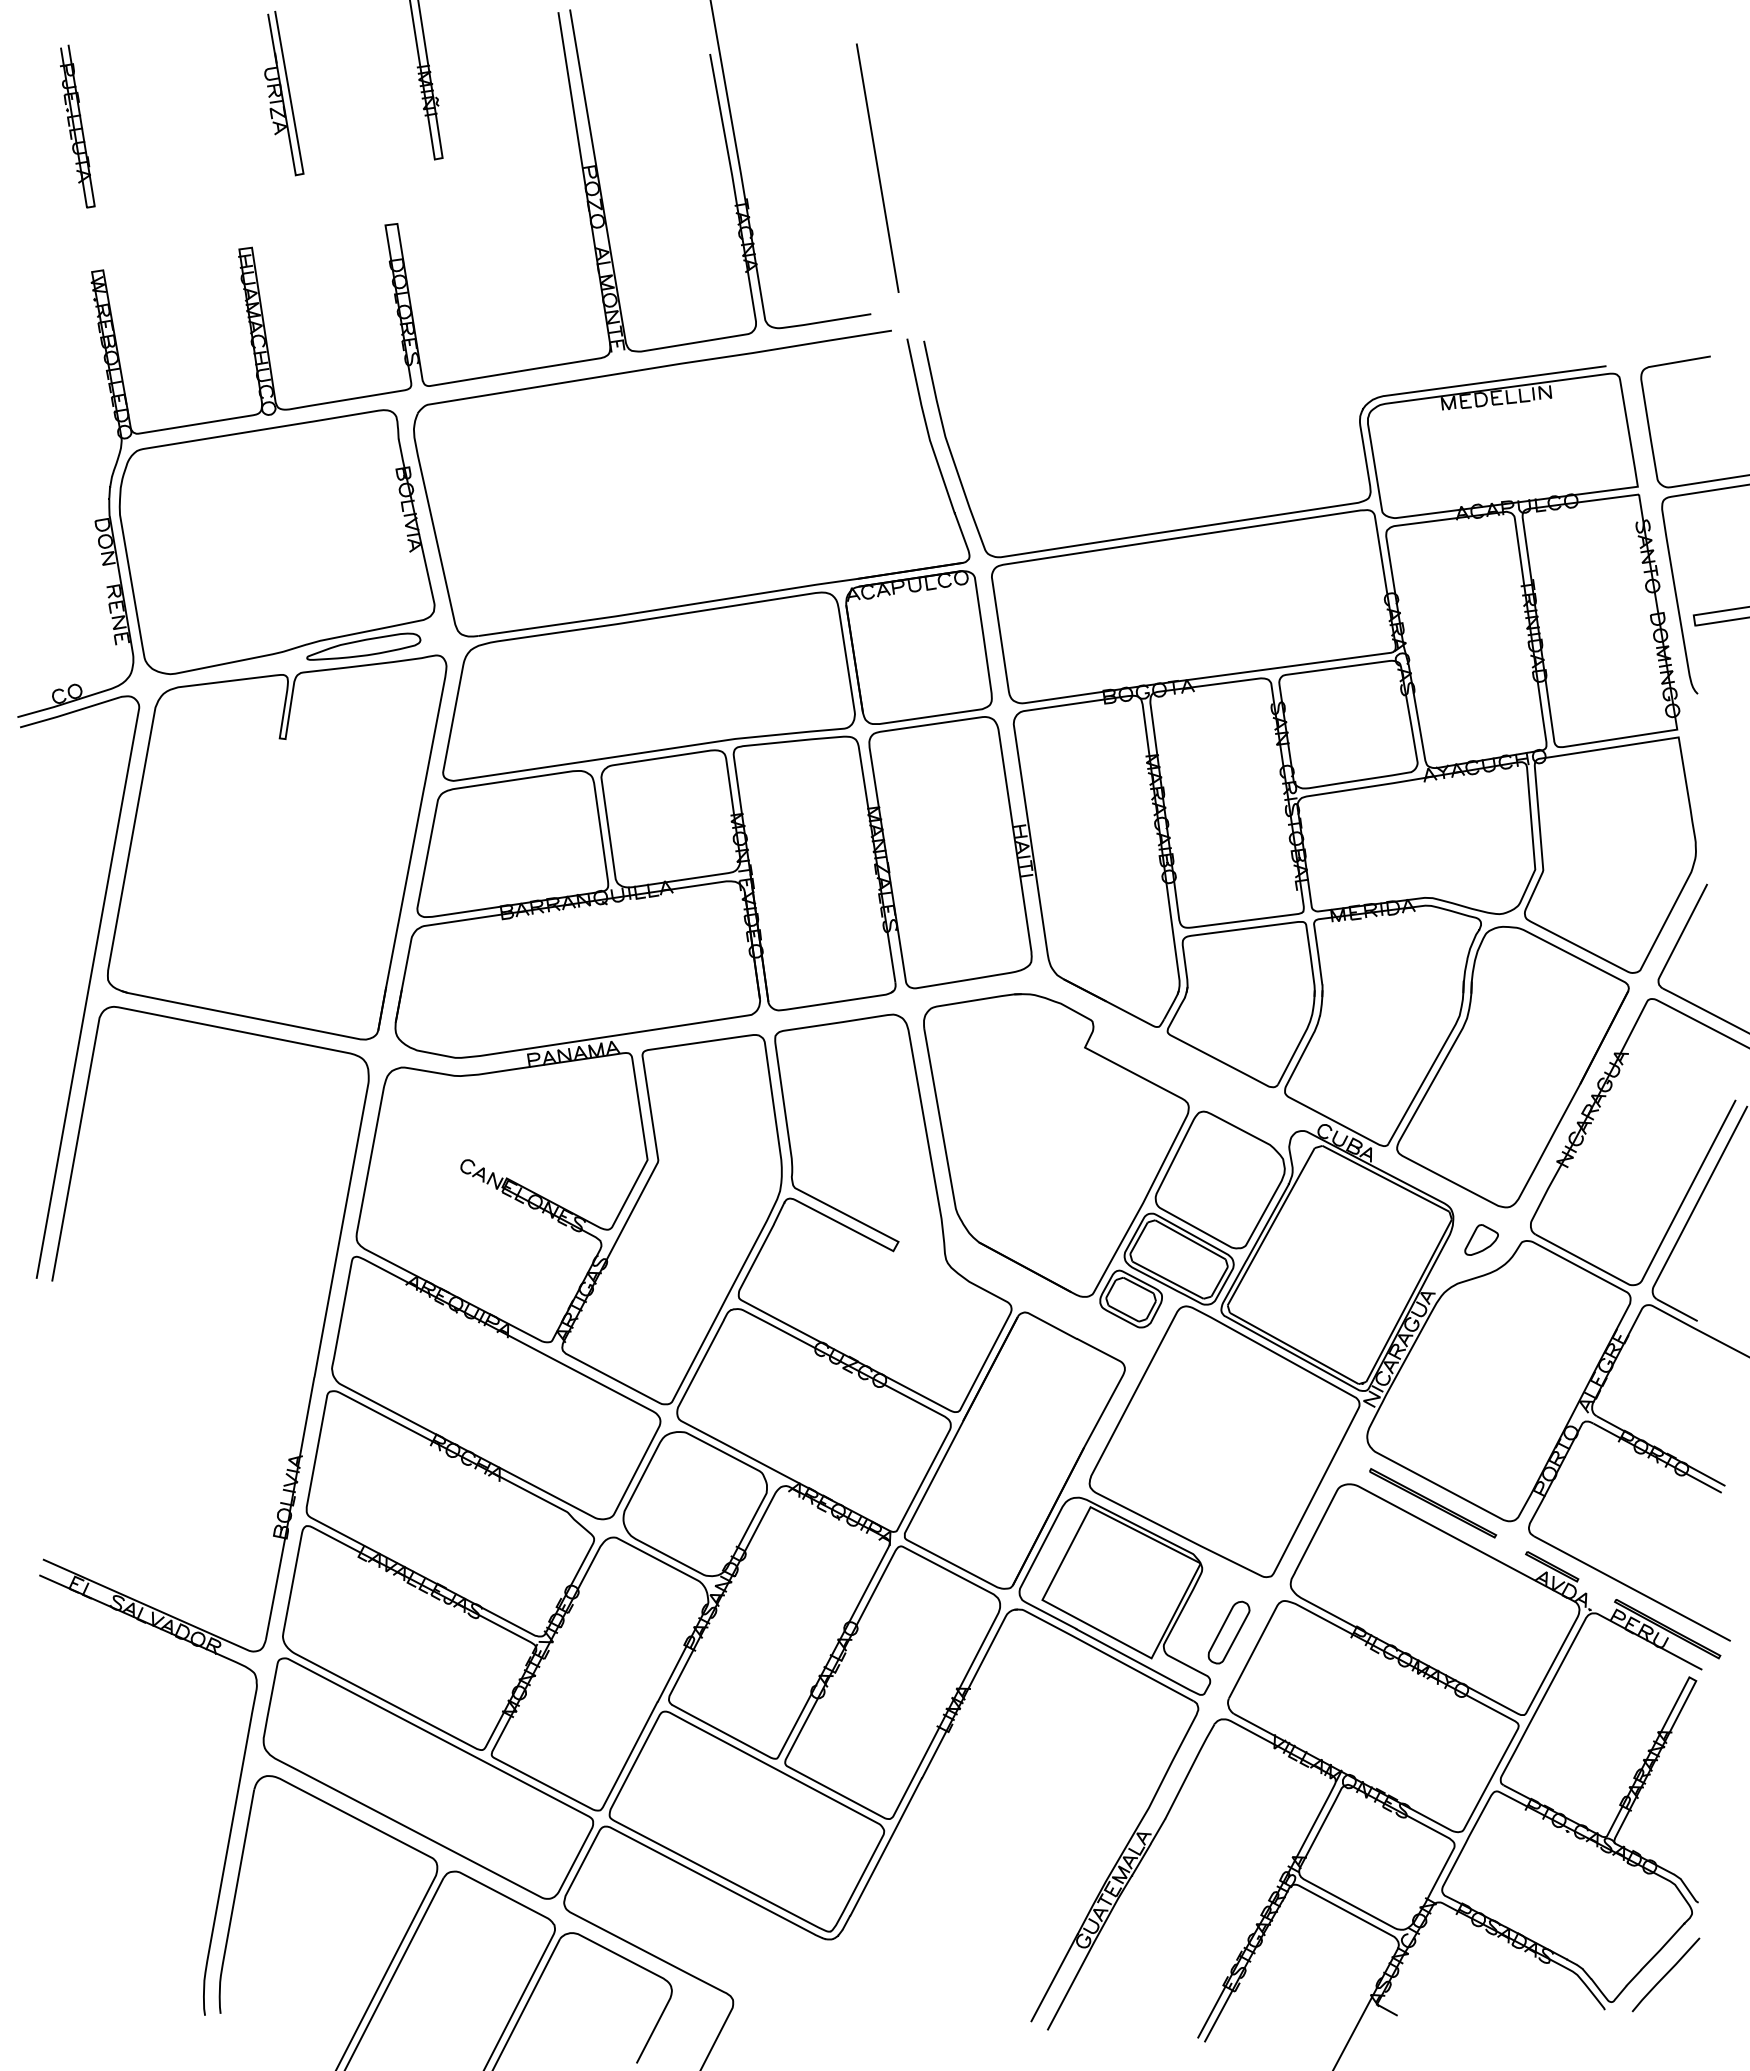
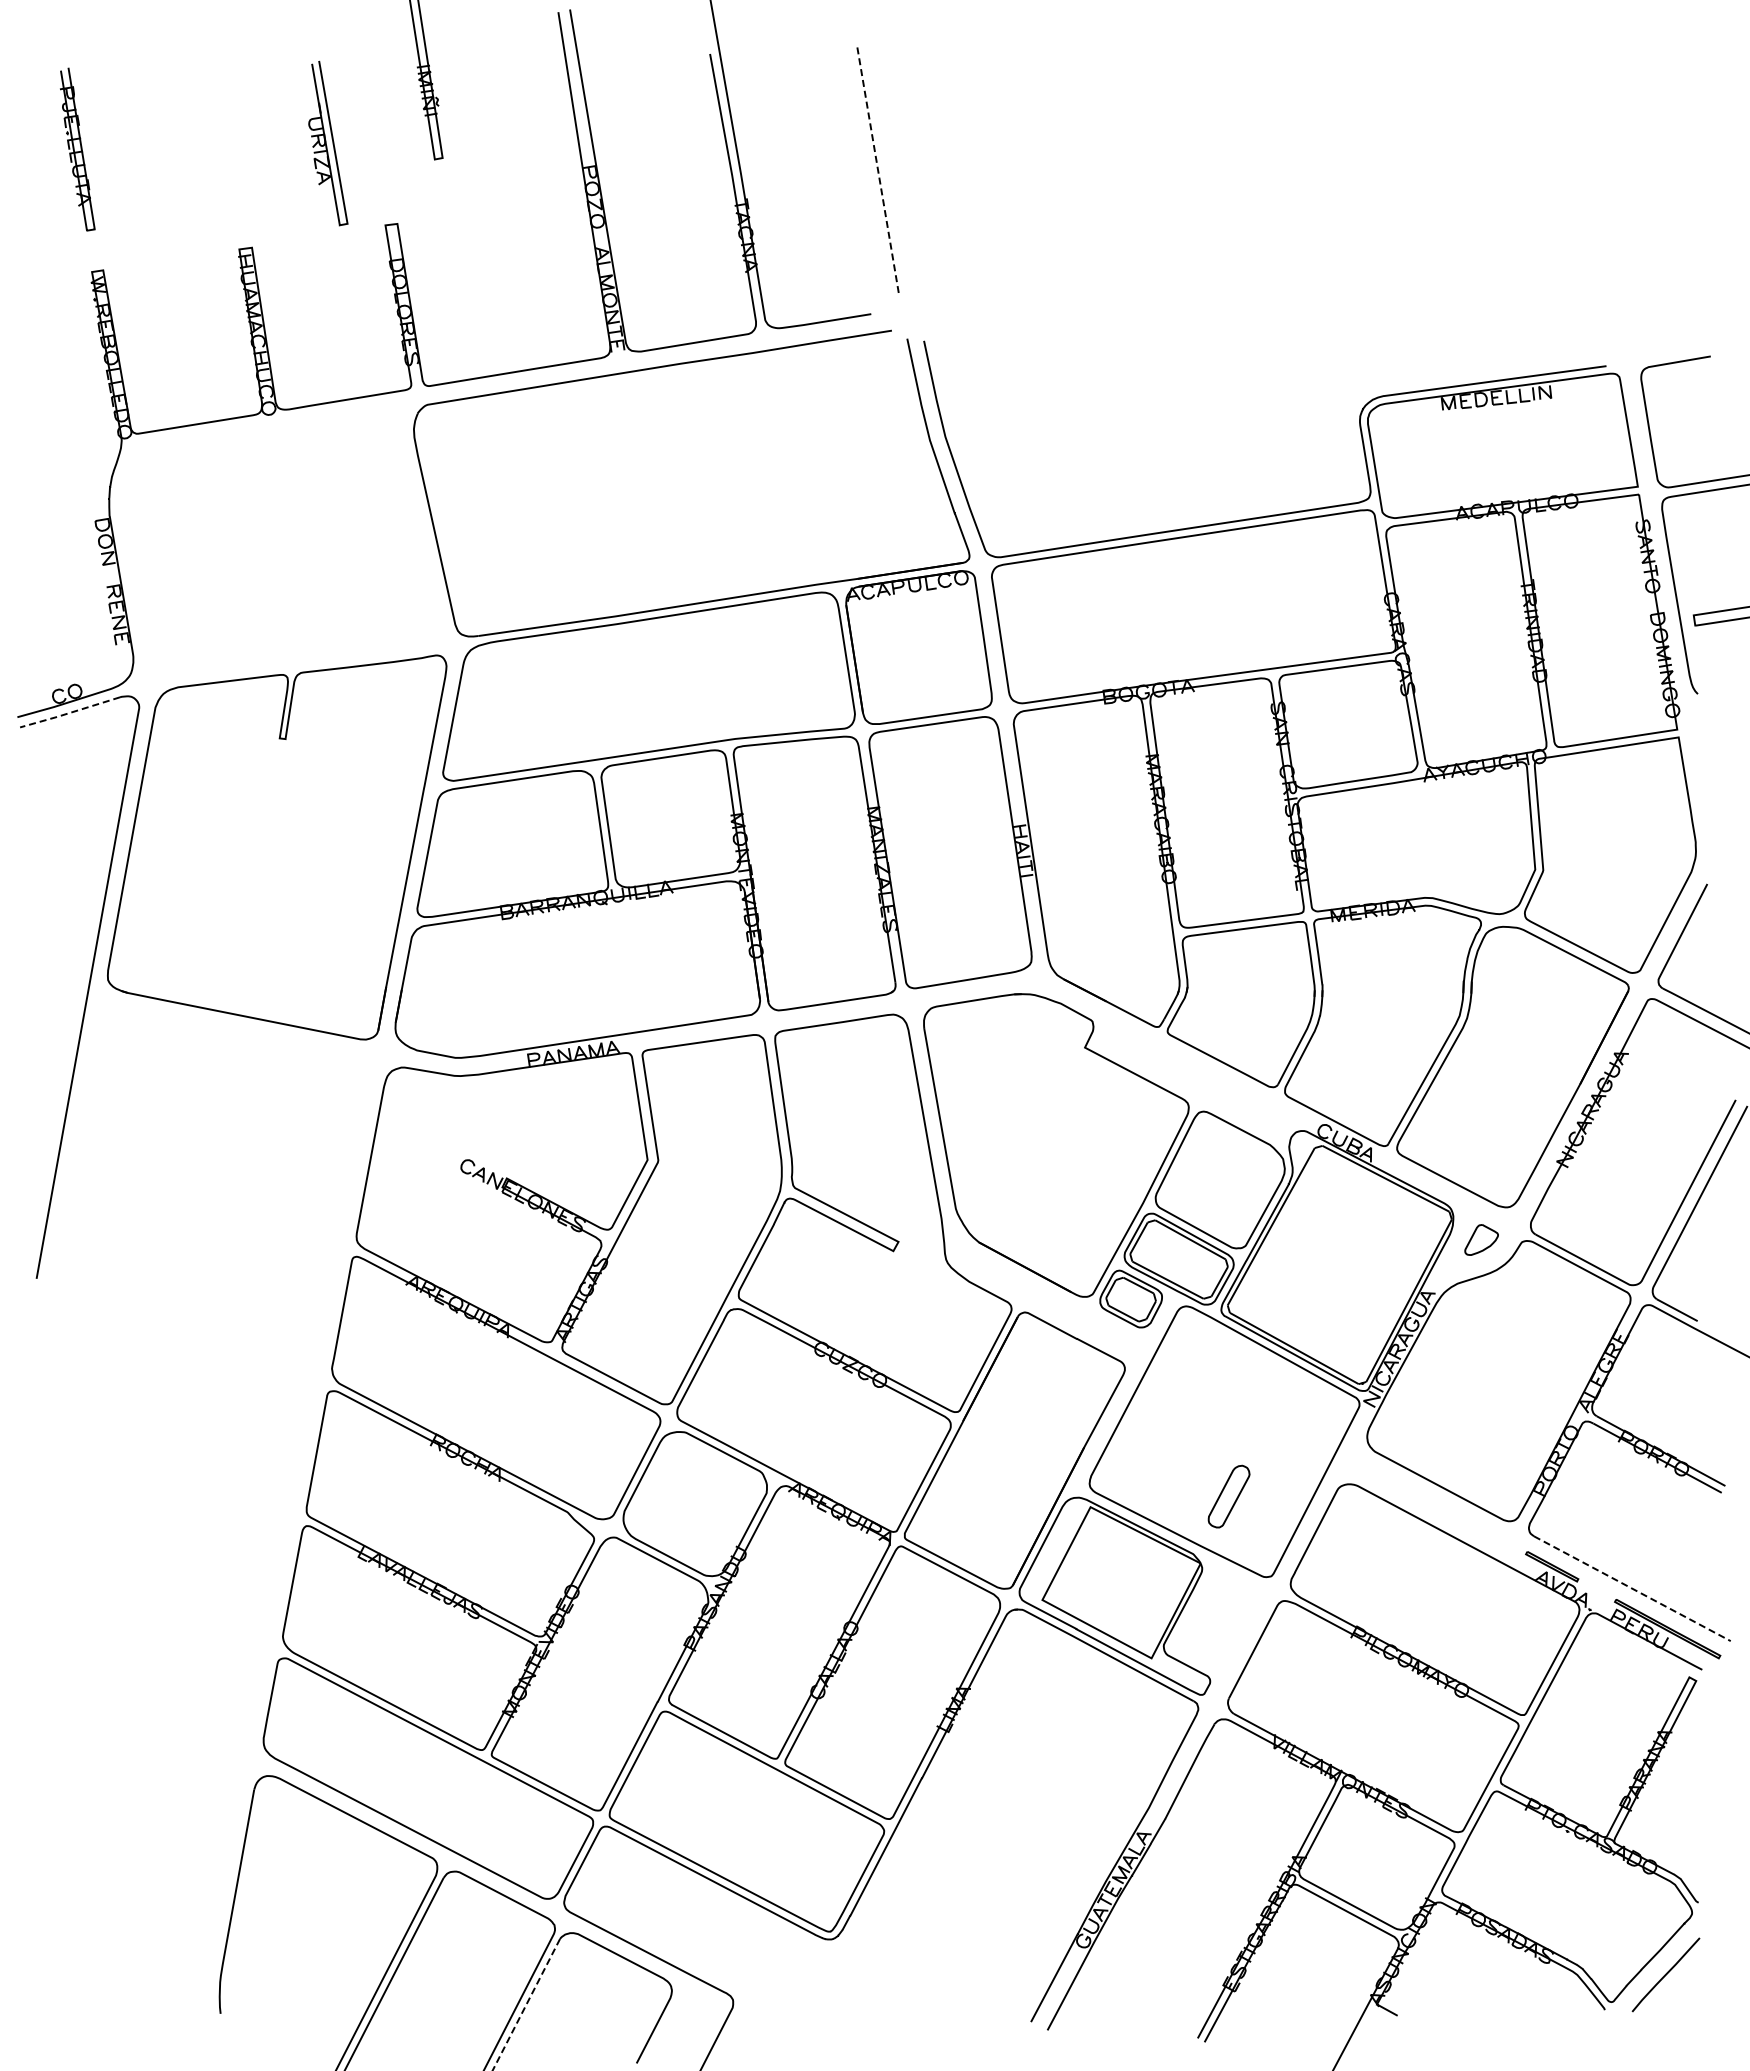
part at (284, 93) position: (284, 93) -> (328, 143)
part at (77, 126) position: (77, 126) -> (77, 149)
line at (877, 167): solid -> dashed
part at (276, 542): present -> none
line at (69, 713): solid -> dashed
part at (1433, 1503): present -> none
part at (274, 1527): present -> none
line at (1632, 1588): solid -> dashed
part at (1228, 1632) position: (1228, 1632) -> (1228, 1496)
line at (526, 2004): solid -> dashed
